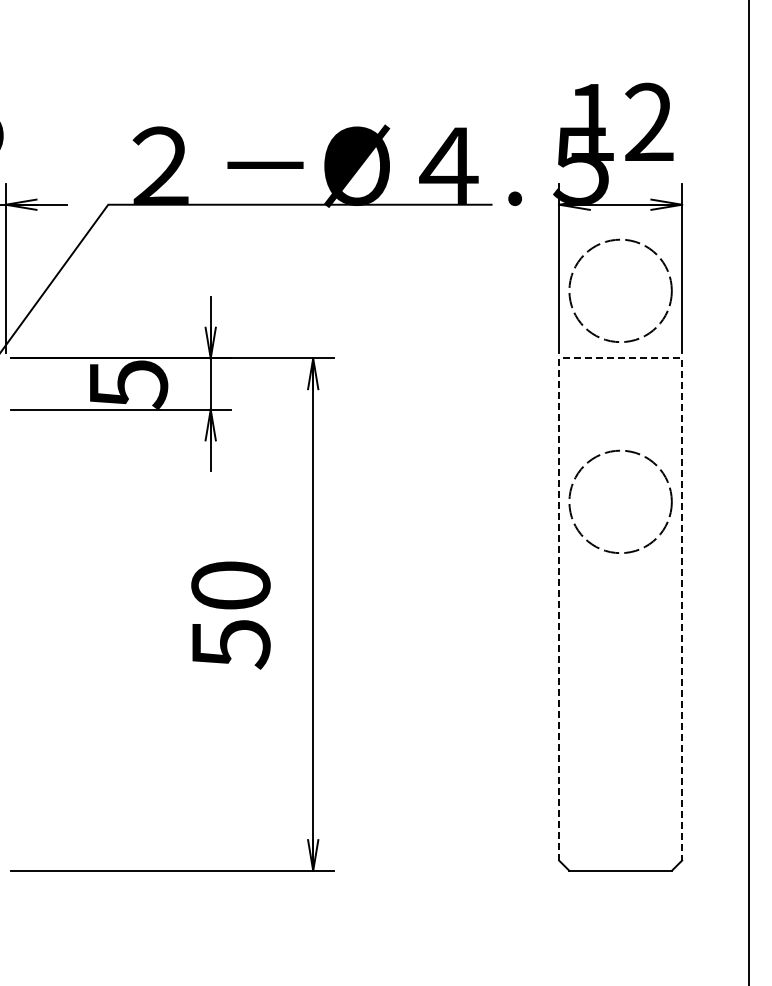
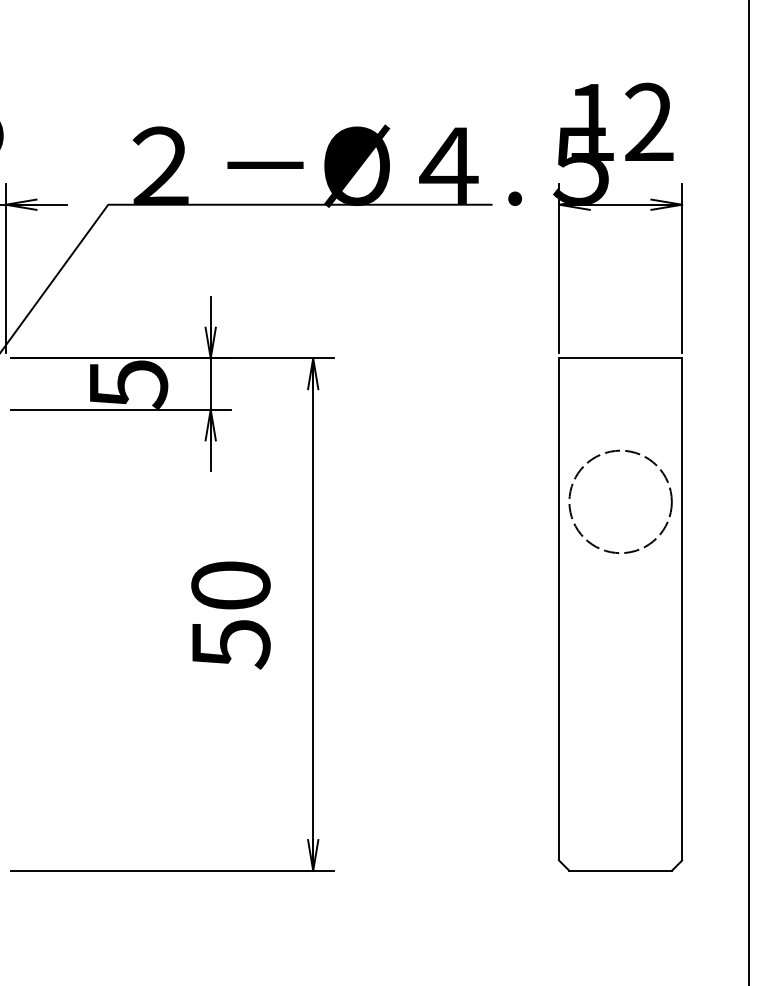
circle at (620, 290): present -> none
line at (621, 358): dashed -> solid
